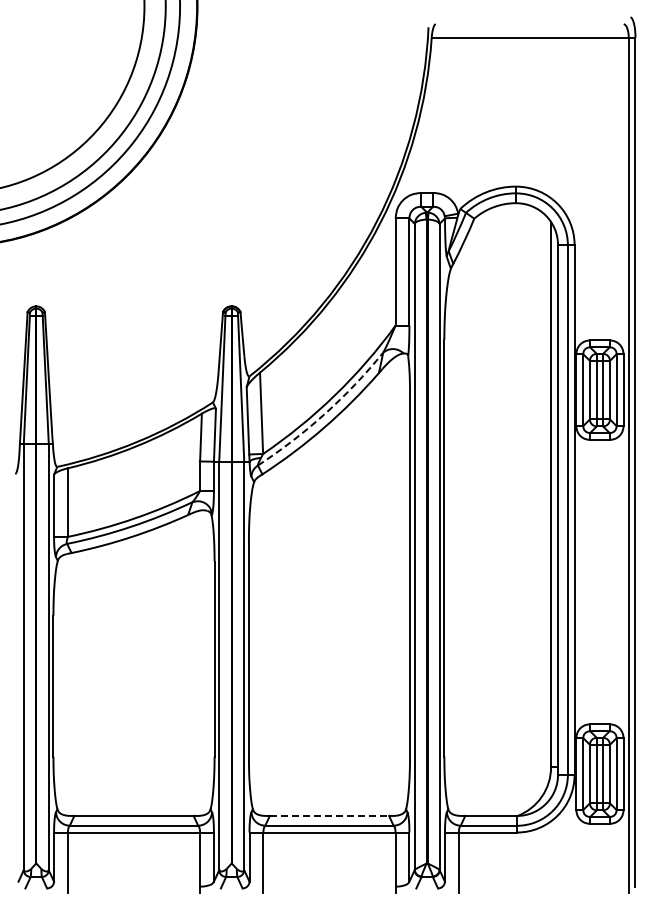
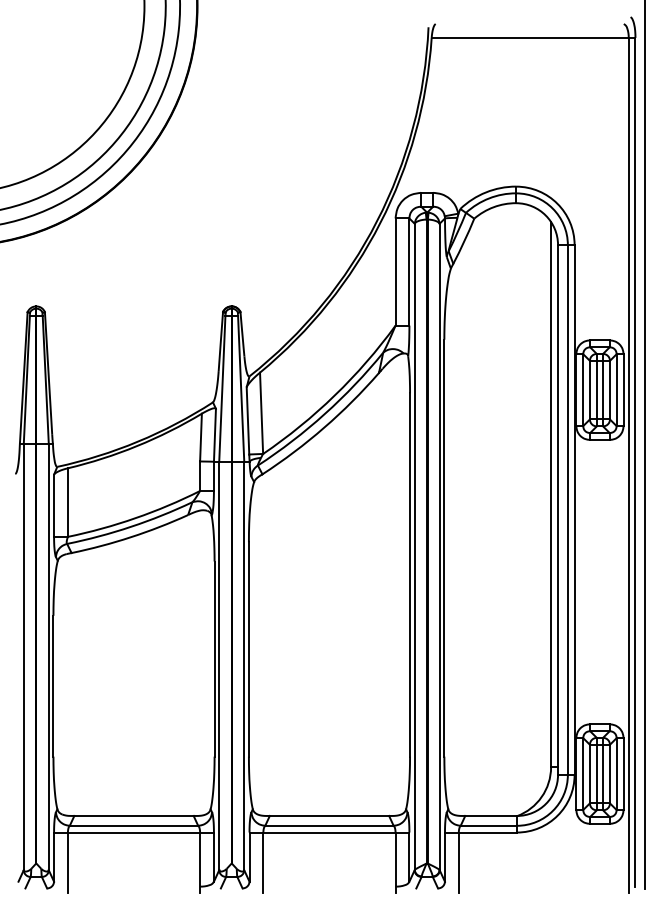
arc at (324, 413): dashed -> solid
line at (645, 445): none -> present
line at (329, 815): dashed -> solid
